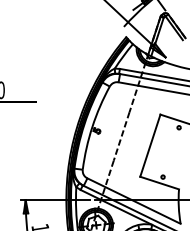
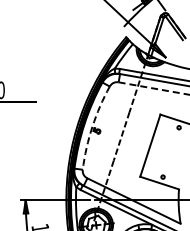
line at (153, 88): solid -> dashed
arc at (92, 126): solid -> dashed
